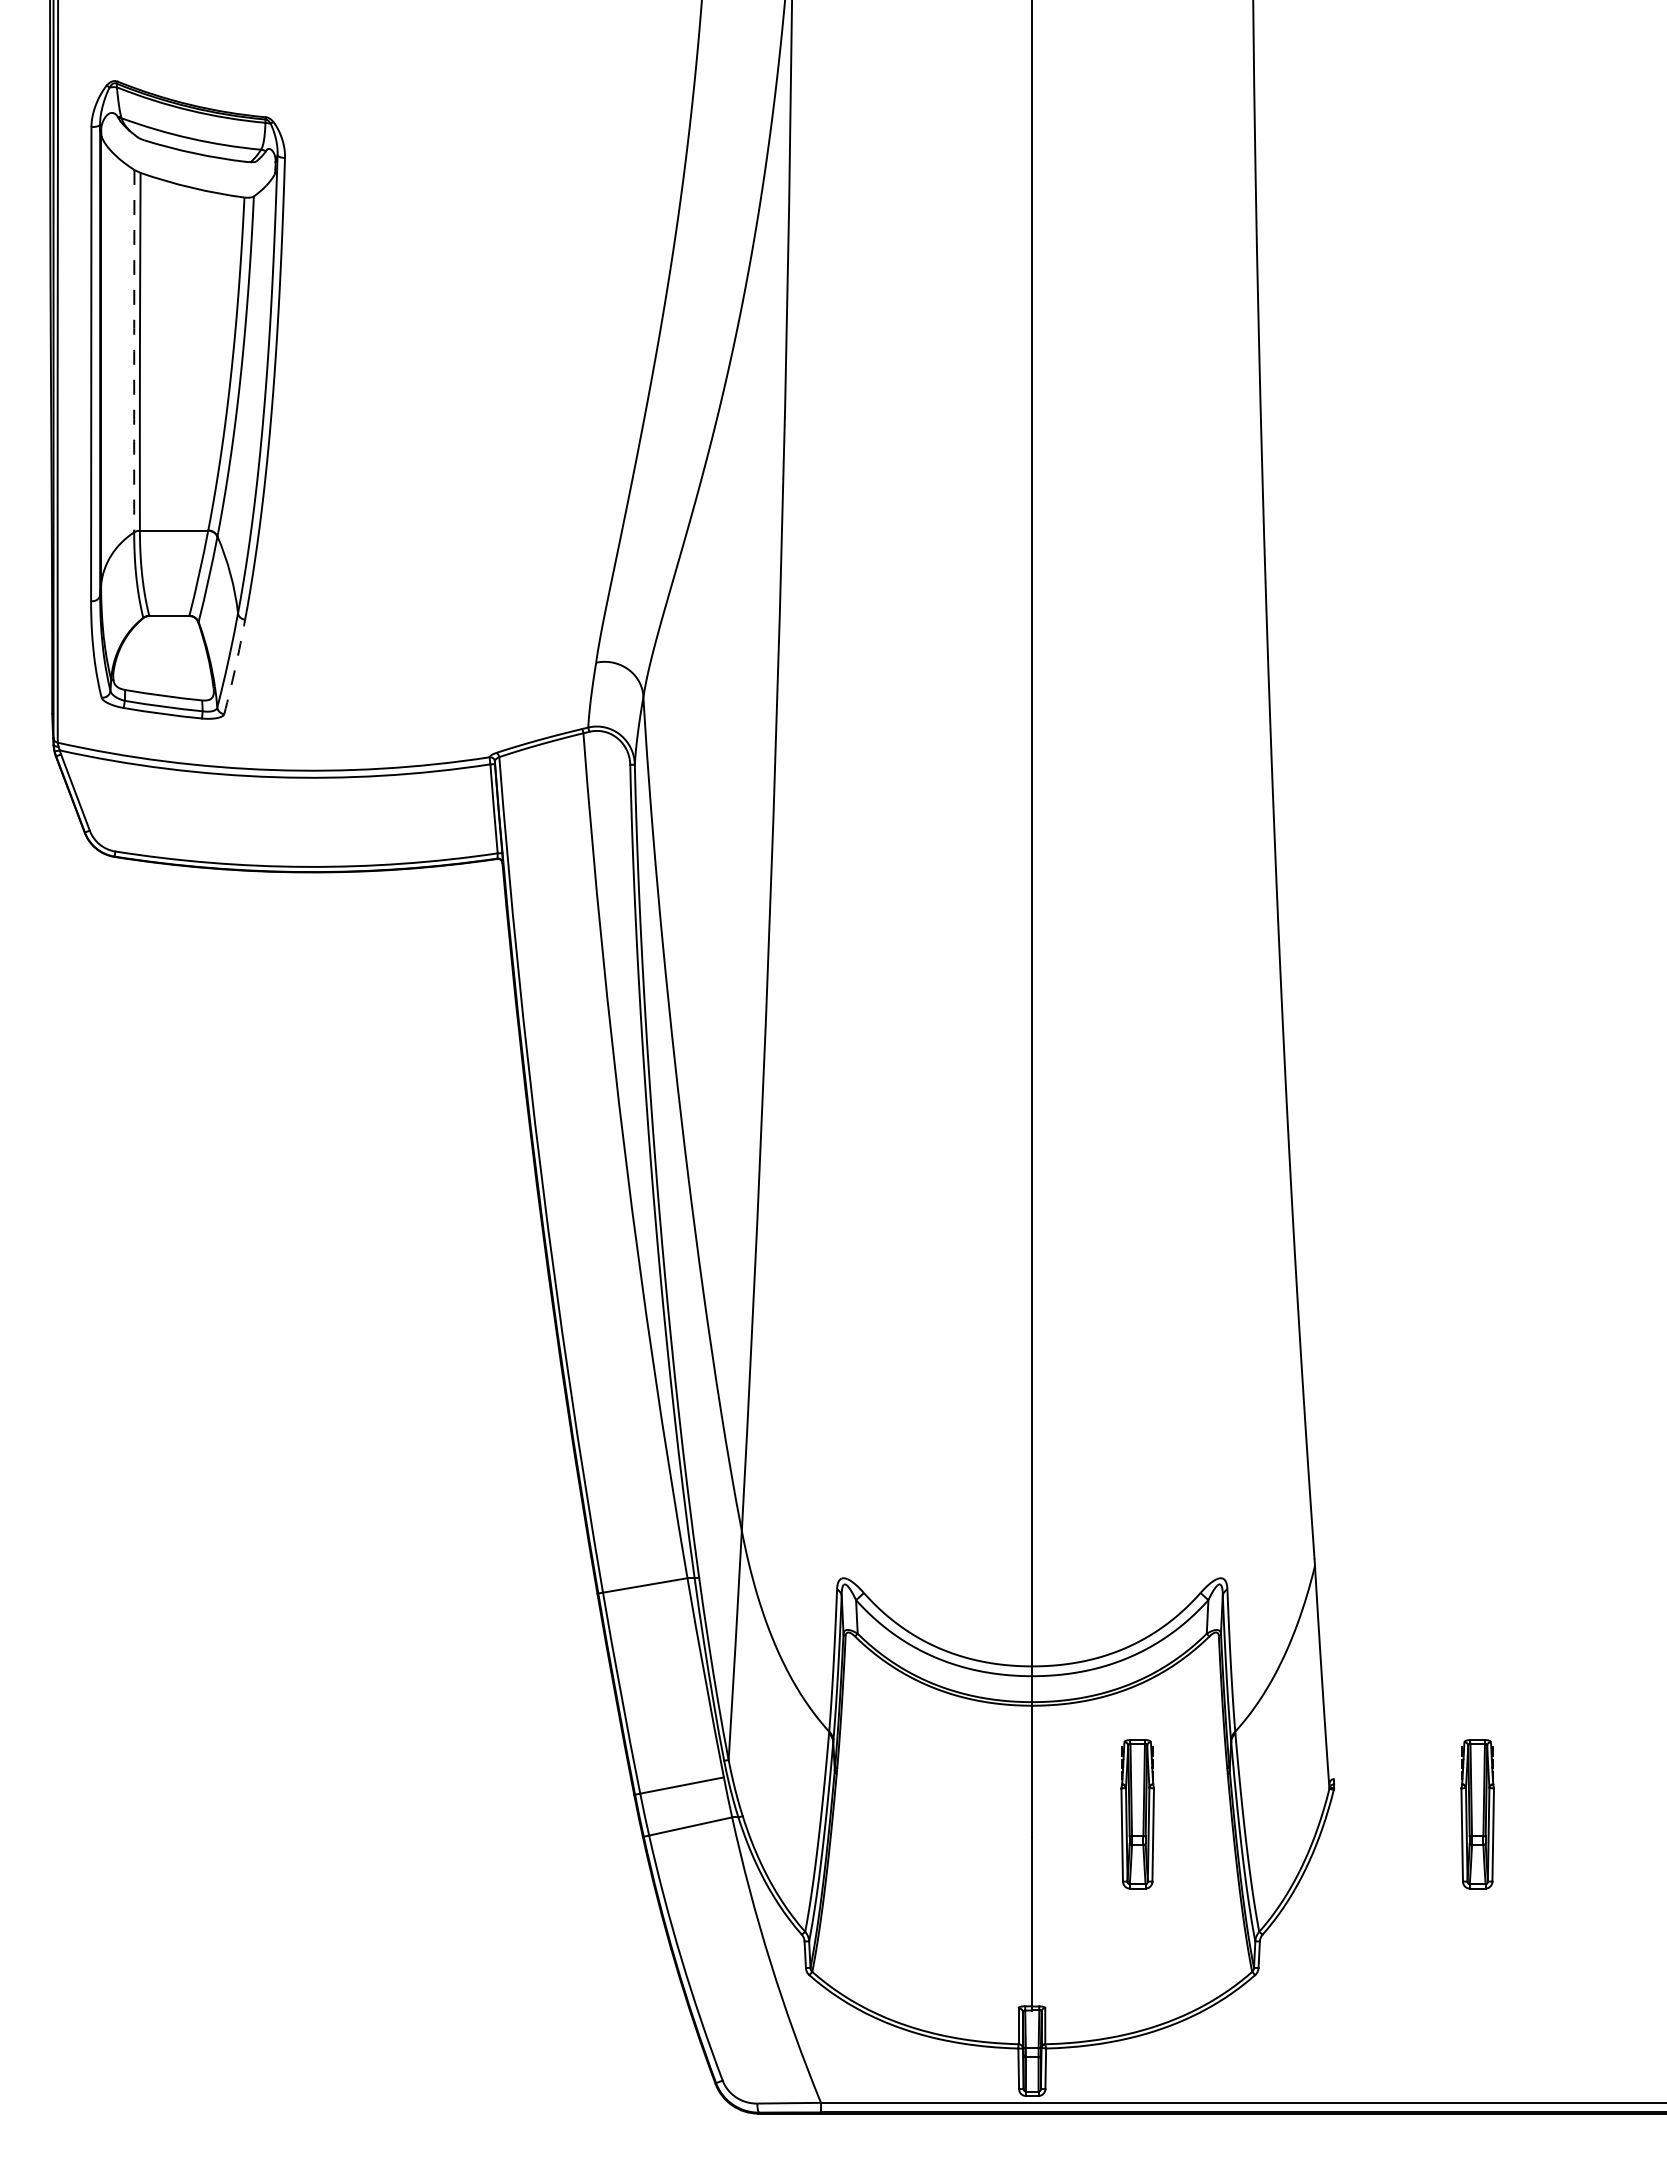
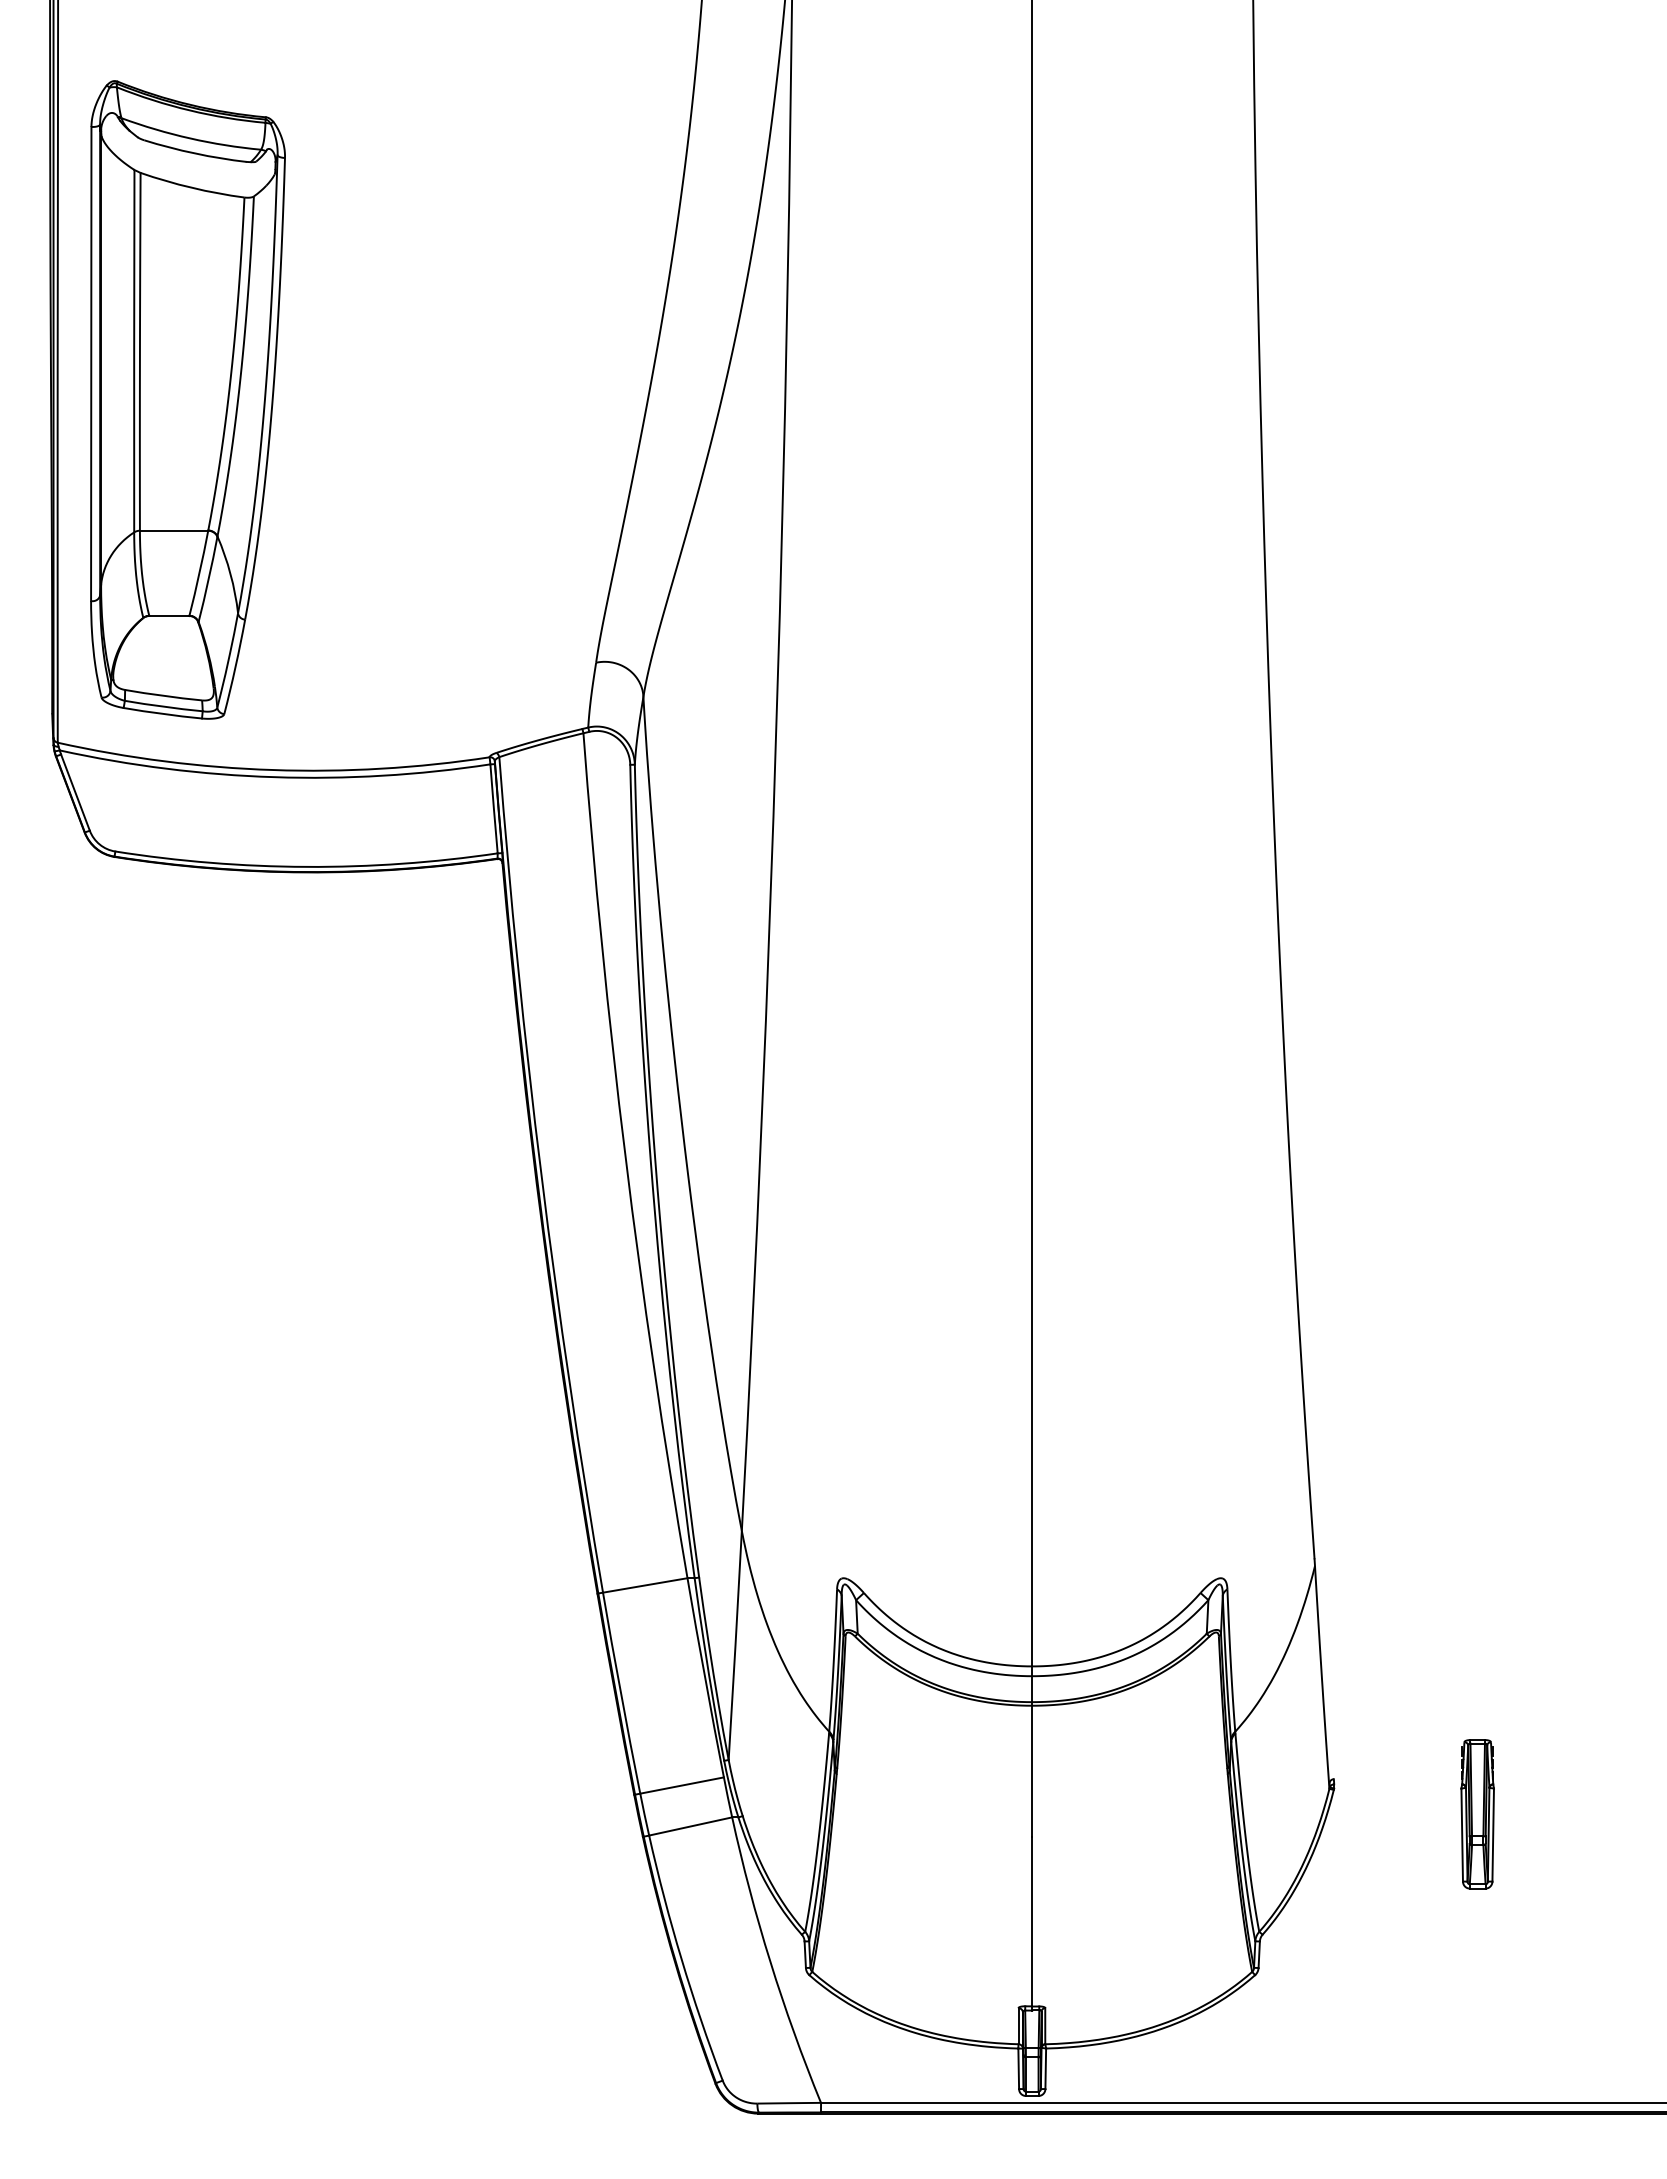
arc at (134, 351): dashed -> solid
arc at (235, 667): dashed -> solid
part at (1137, 1814): present -> none
